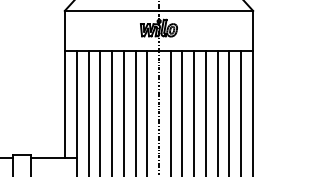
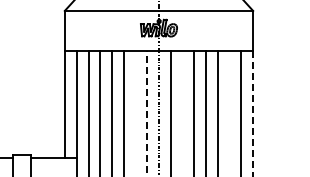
line at (135, 112): present -> none
line at (182, 112): present -> none
line at (229, 112): present -> none
line at (147, 114): solid -> dashed
line at (252, 114): solid -> dashed
